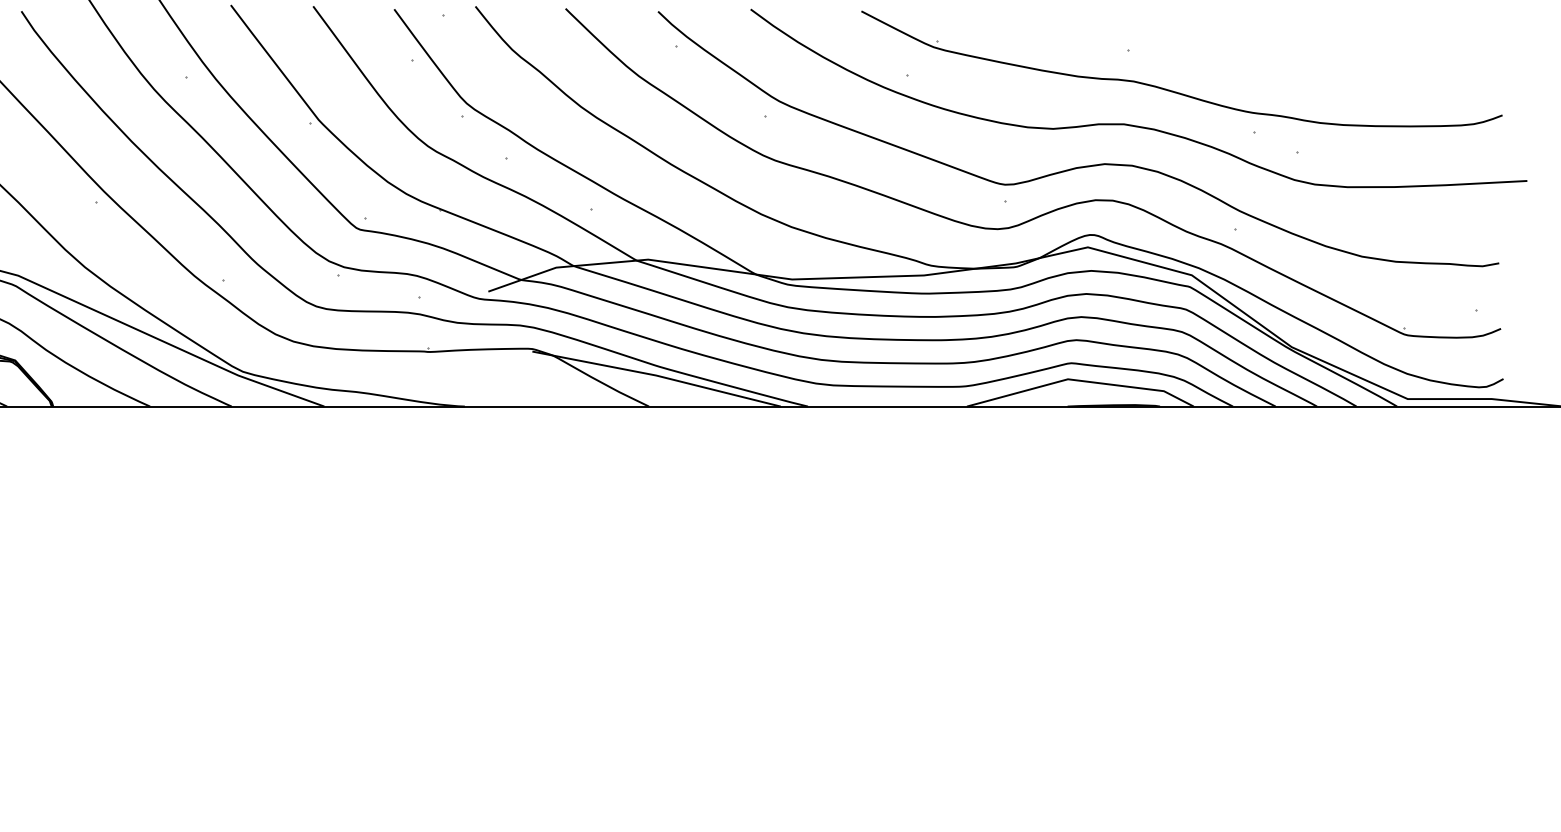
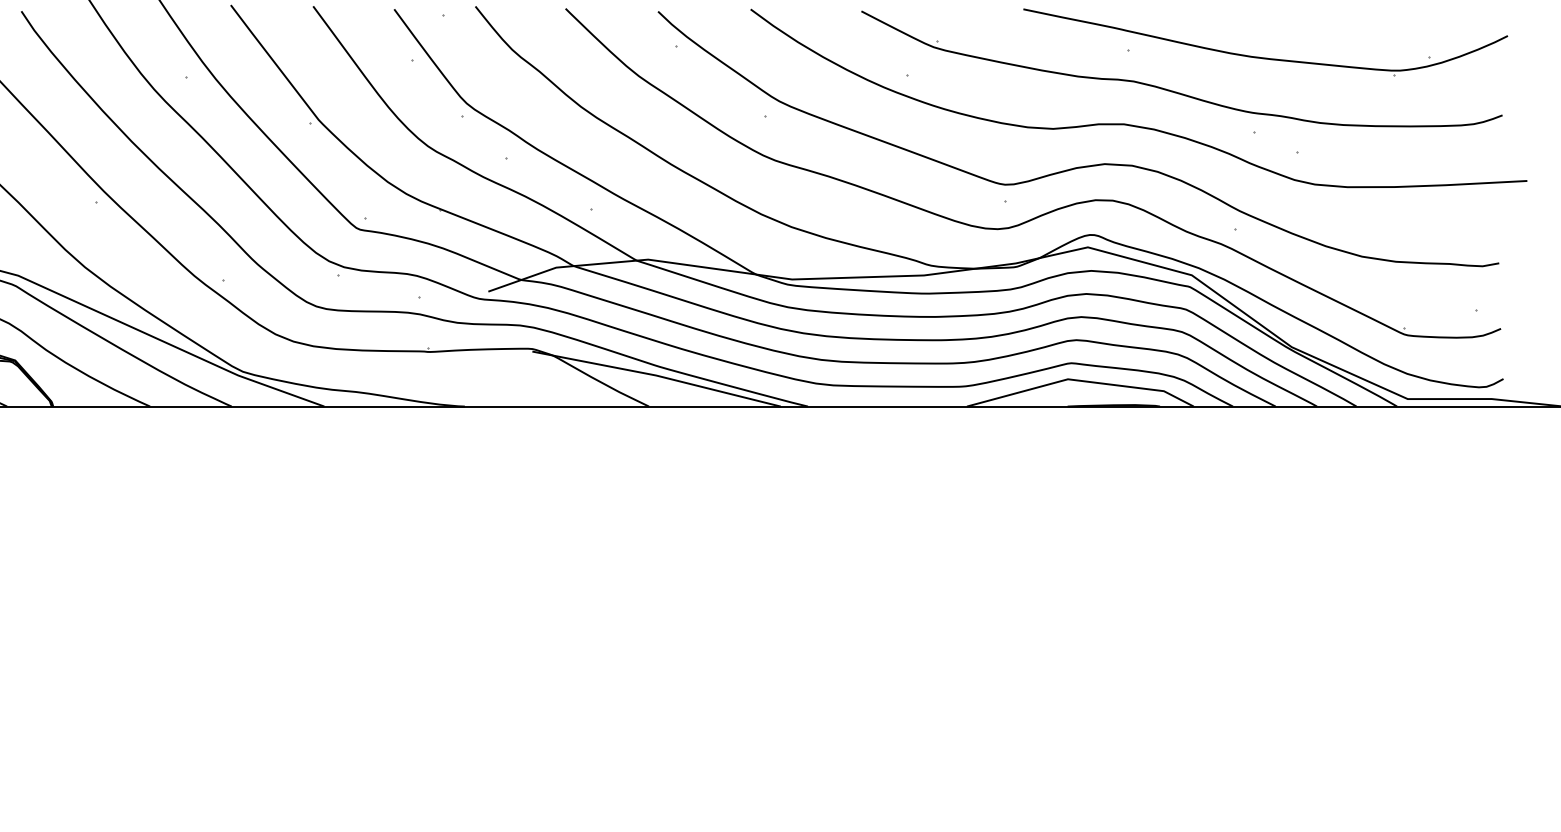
part at (1265, 57): none -> present
